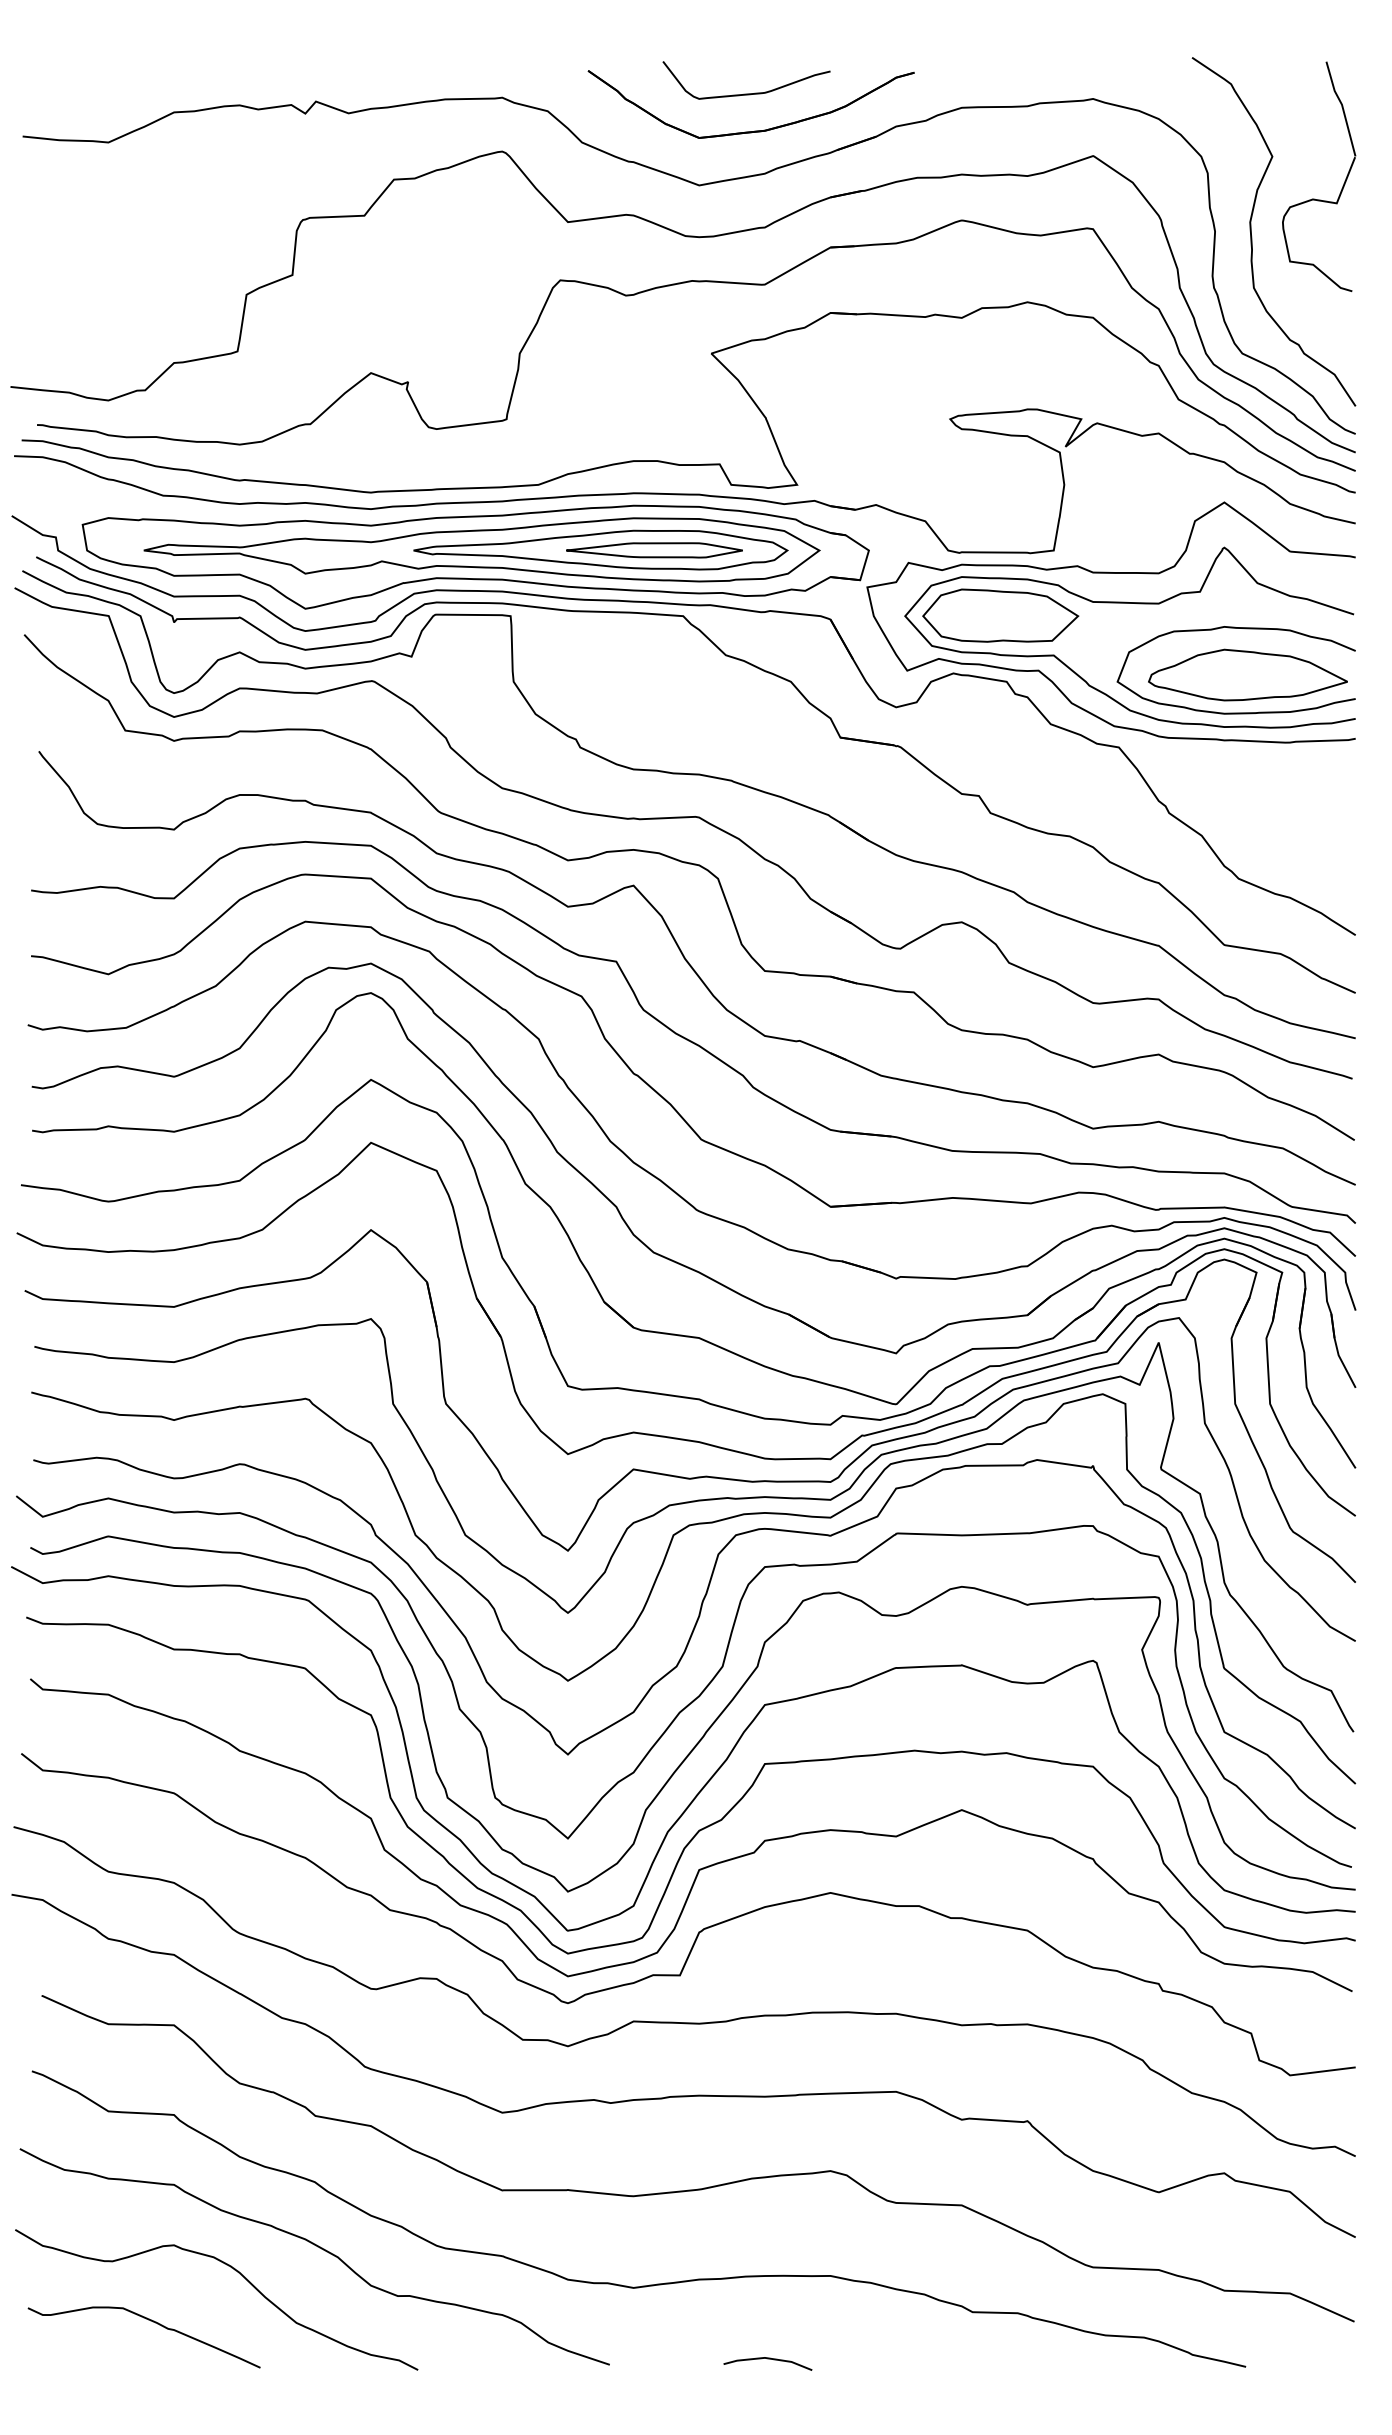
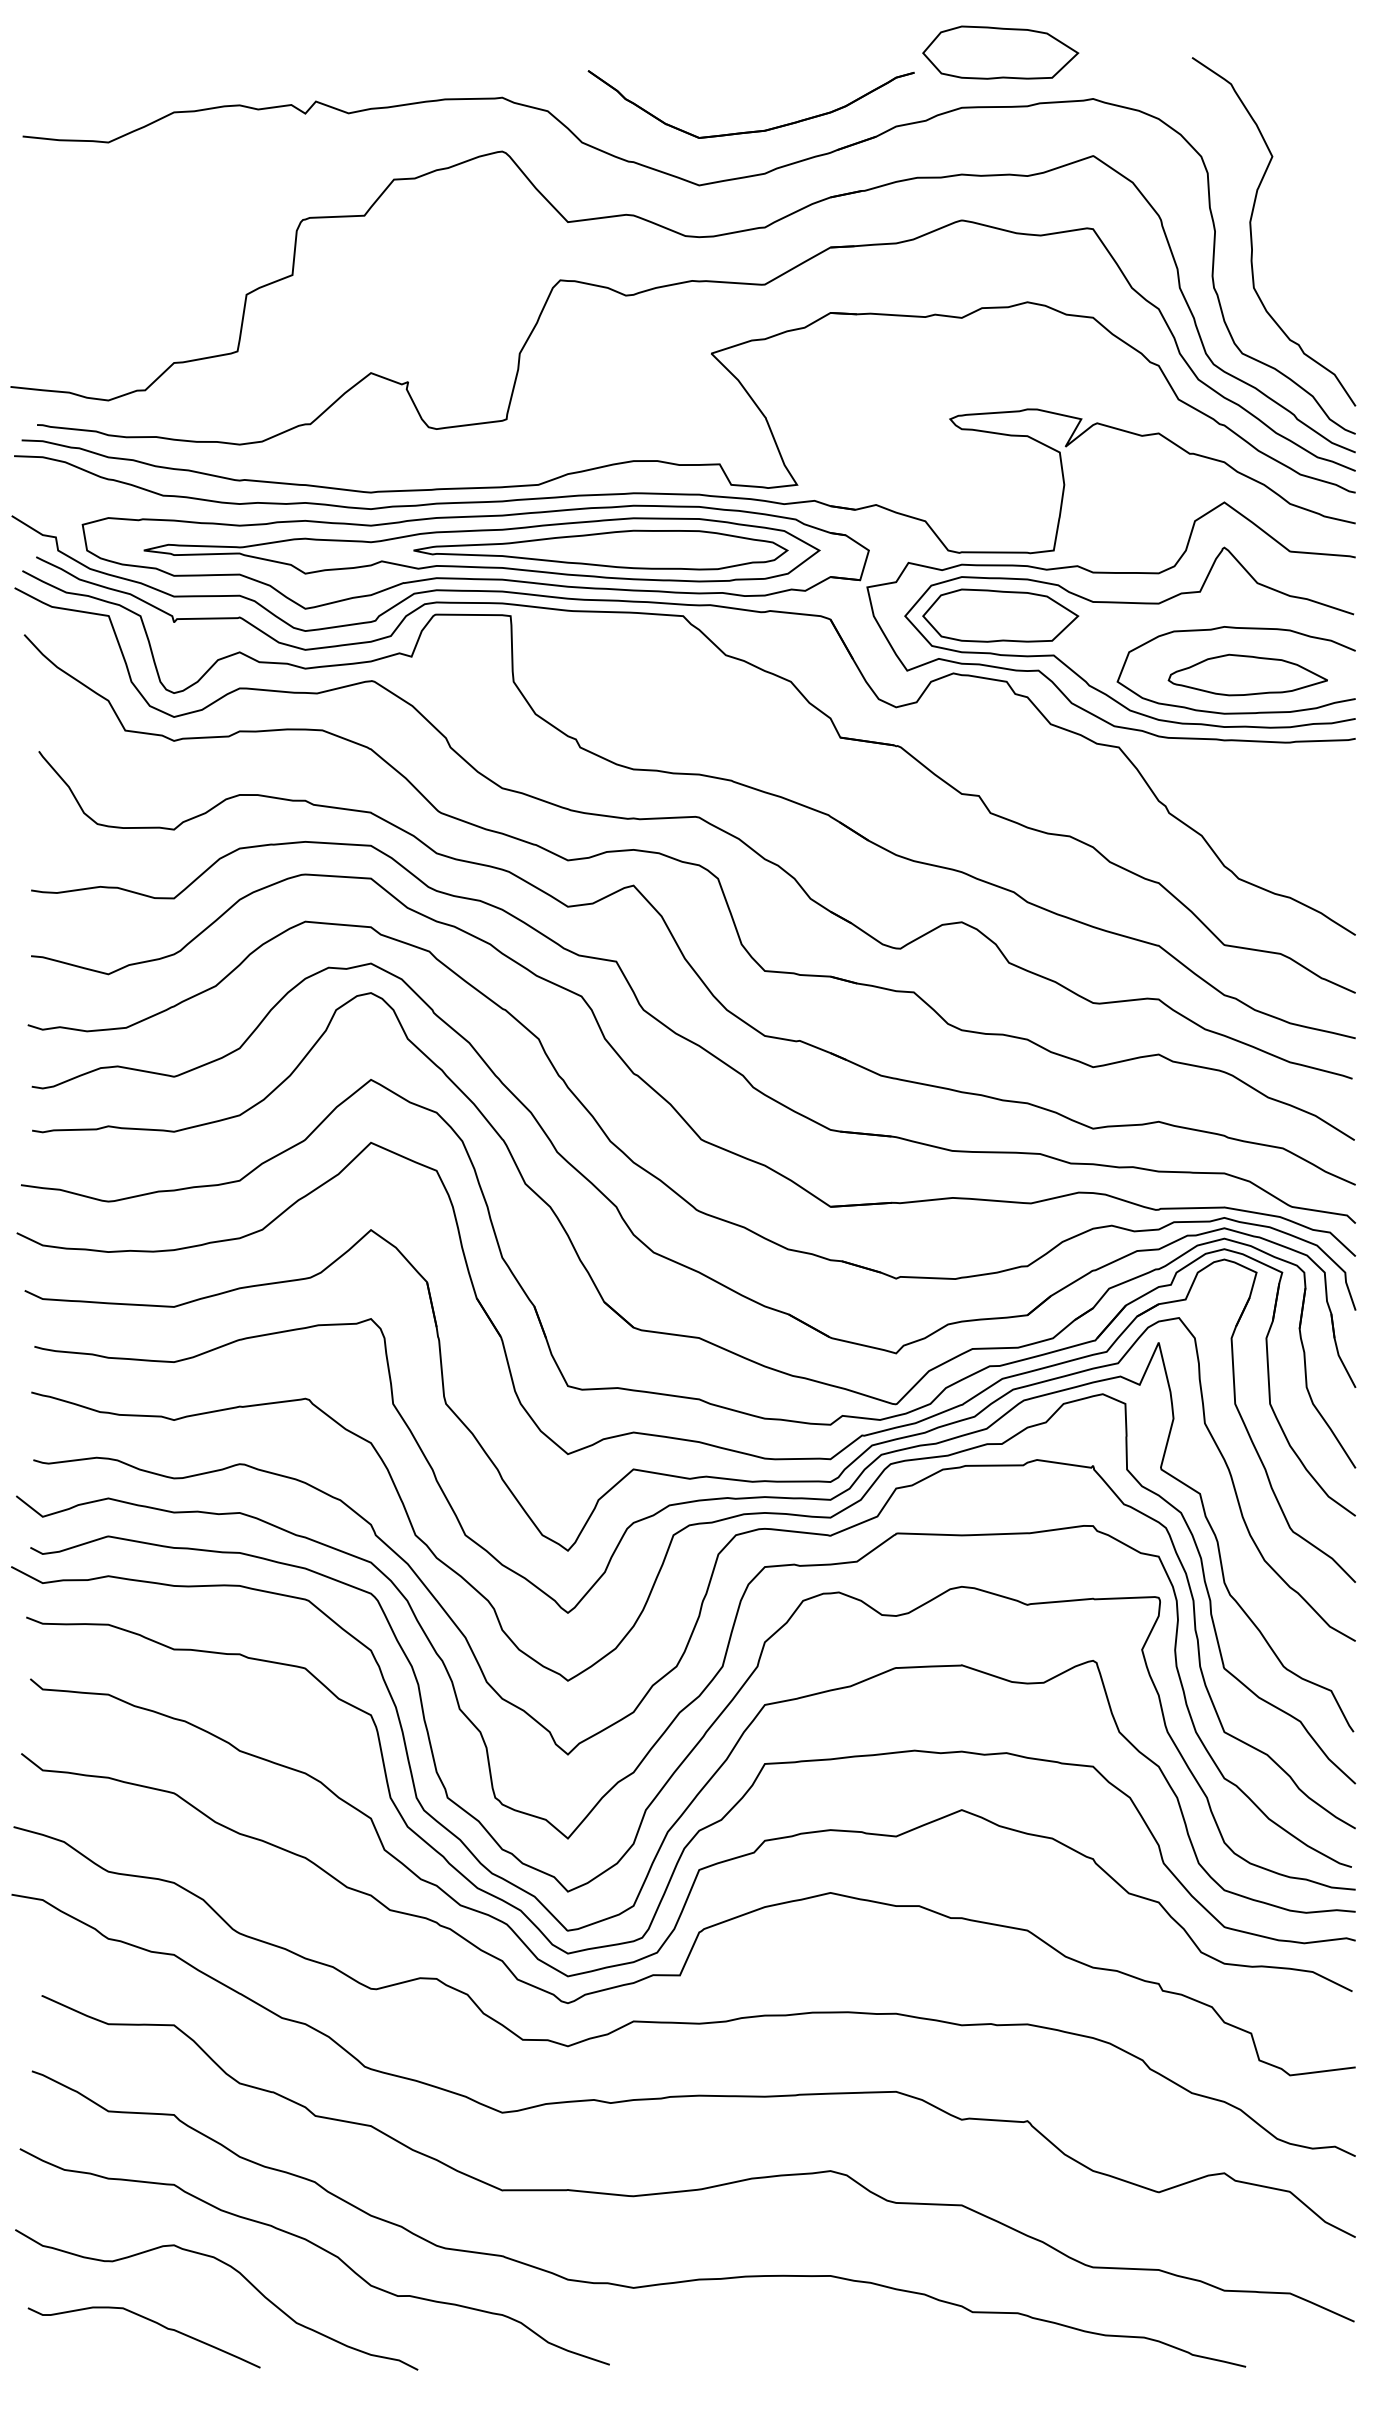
part at (1000, 52): none -> present
curve at (746, 93): present -> none
part at (1314, 198): present -> none
part at (654, 550): present -> none
part at (1247, 674) size: 200x54 px -> 161x44 px
line at (767, 2359): present -> none
